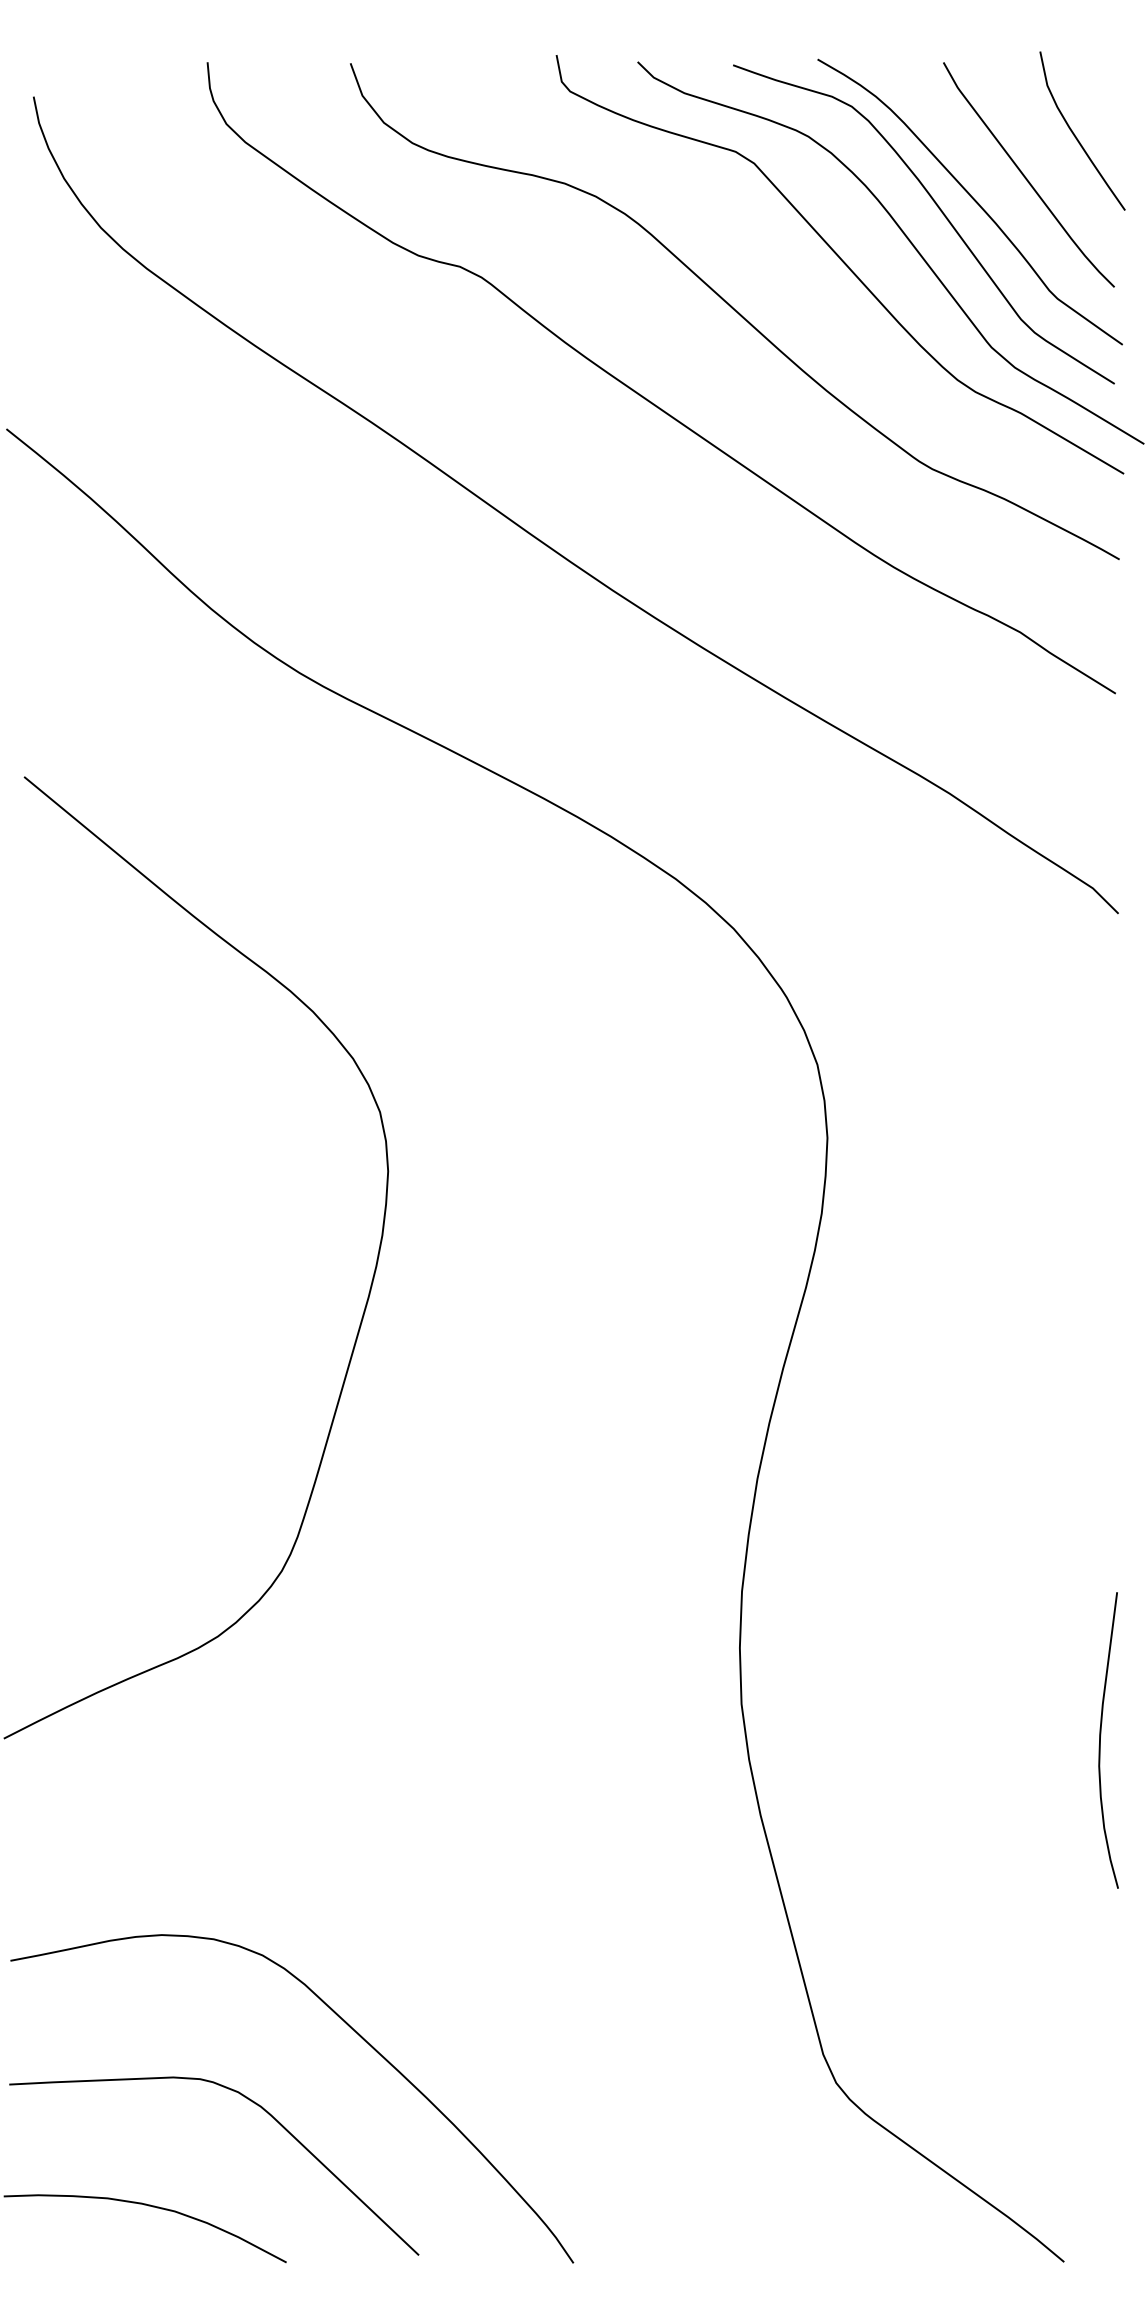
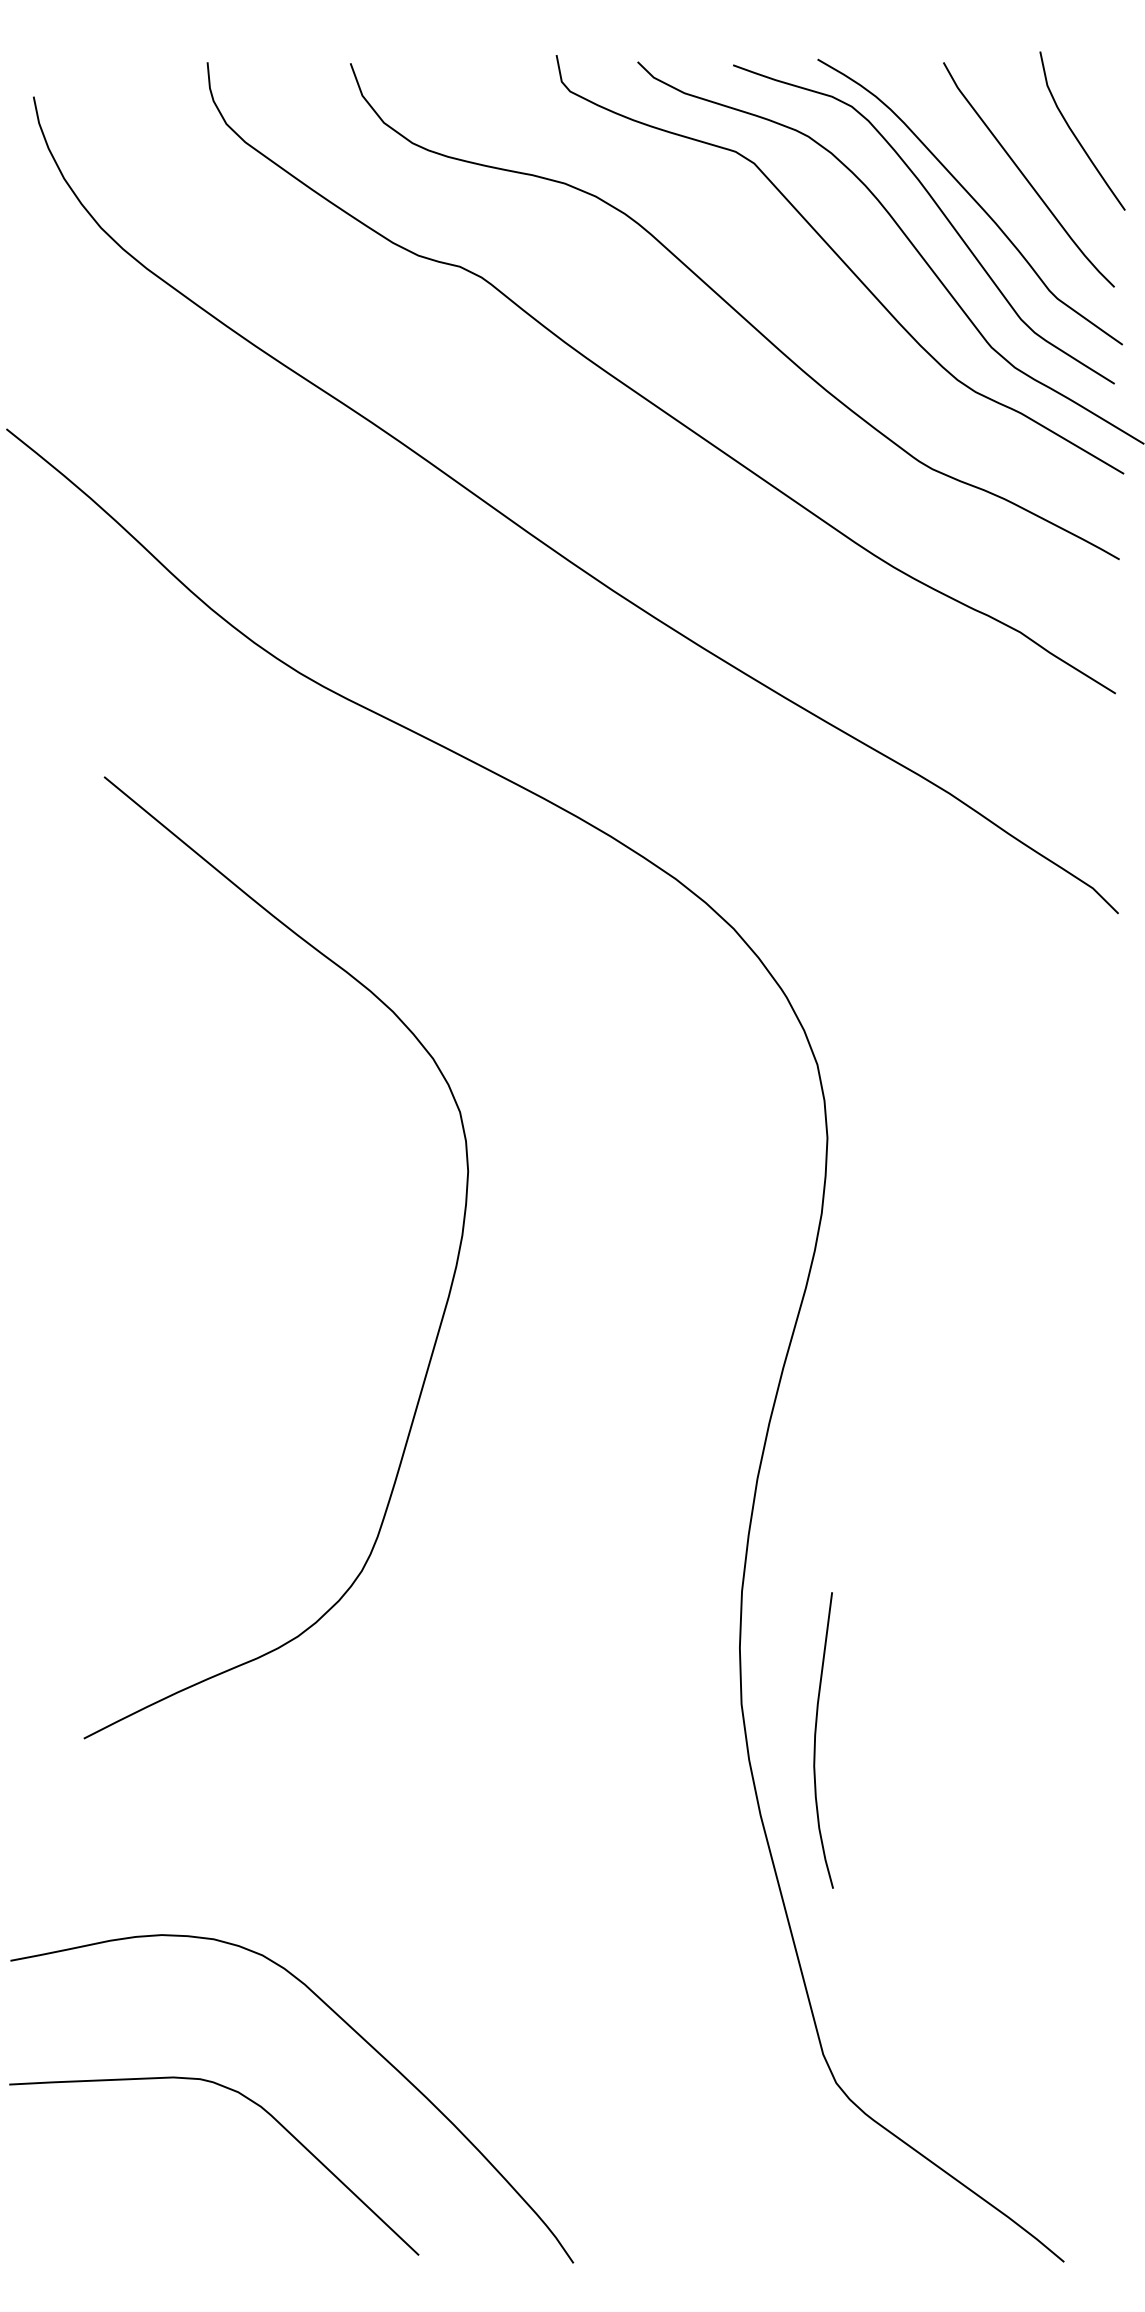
curve at (365, 1303) position: (365, 1303) -> (445, 1303)
curve at (1100, 1740) position: (1100, 1740) -> (815, 1740)
curve at (148, 2206): present -> none
